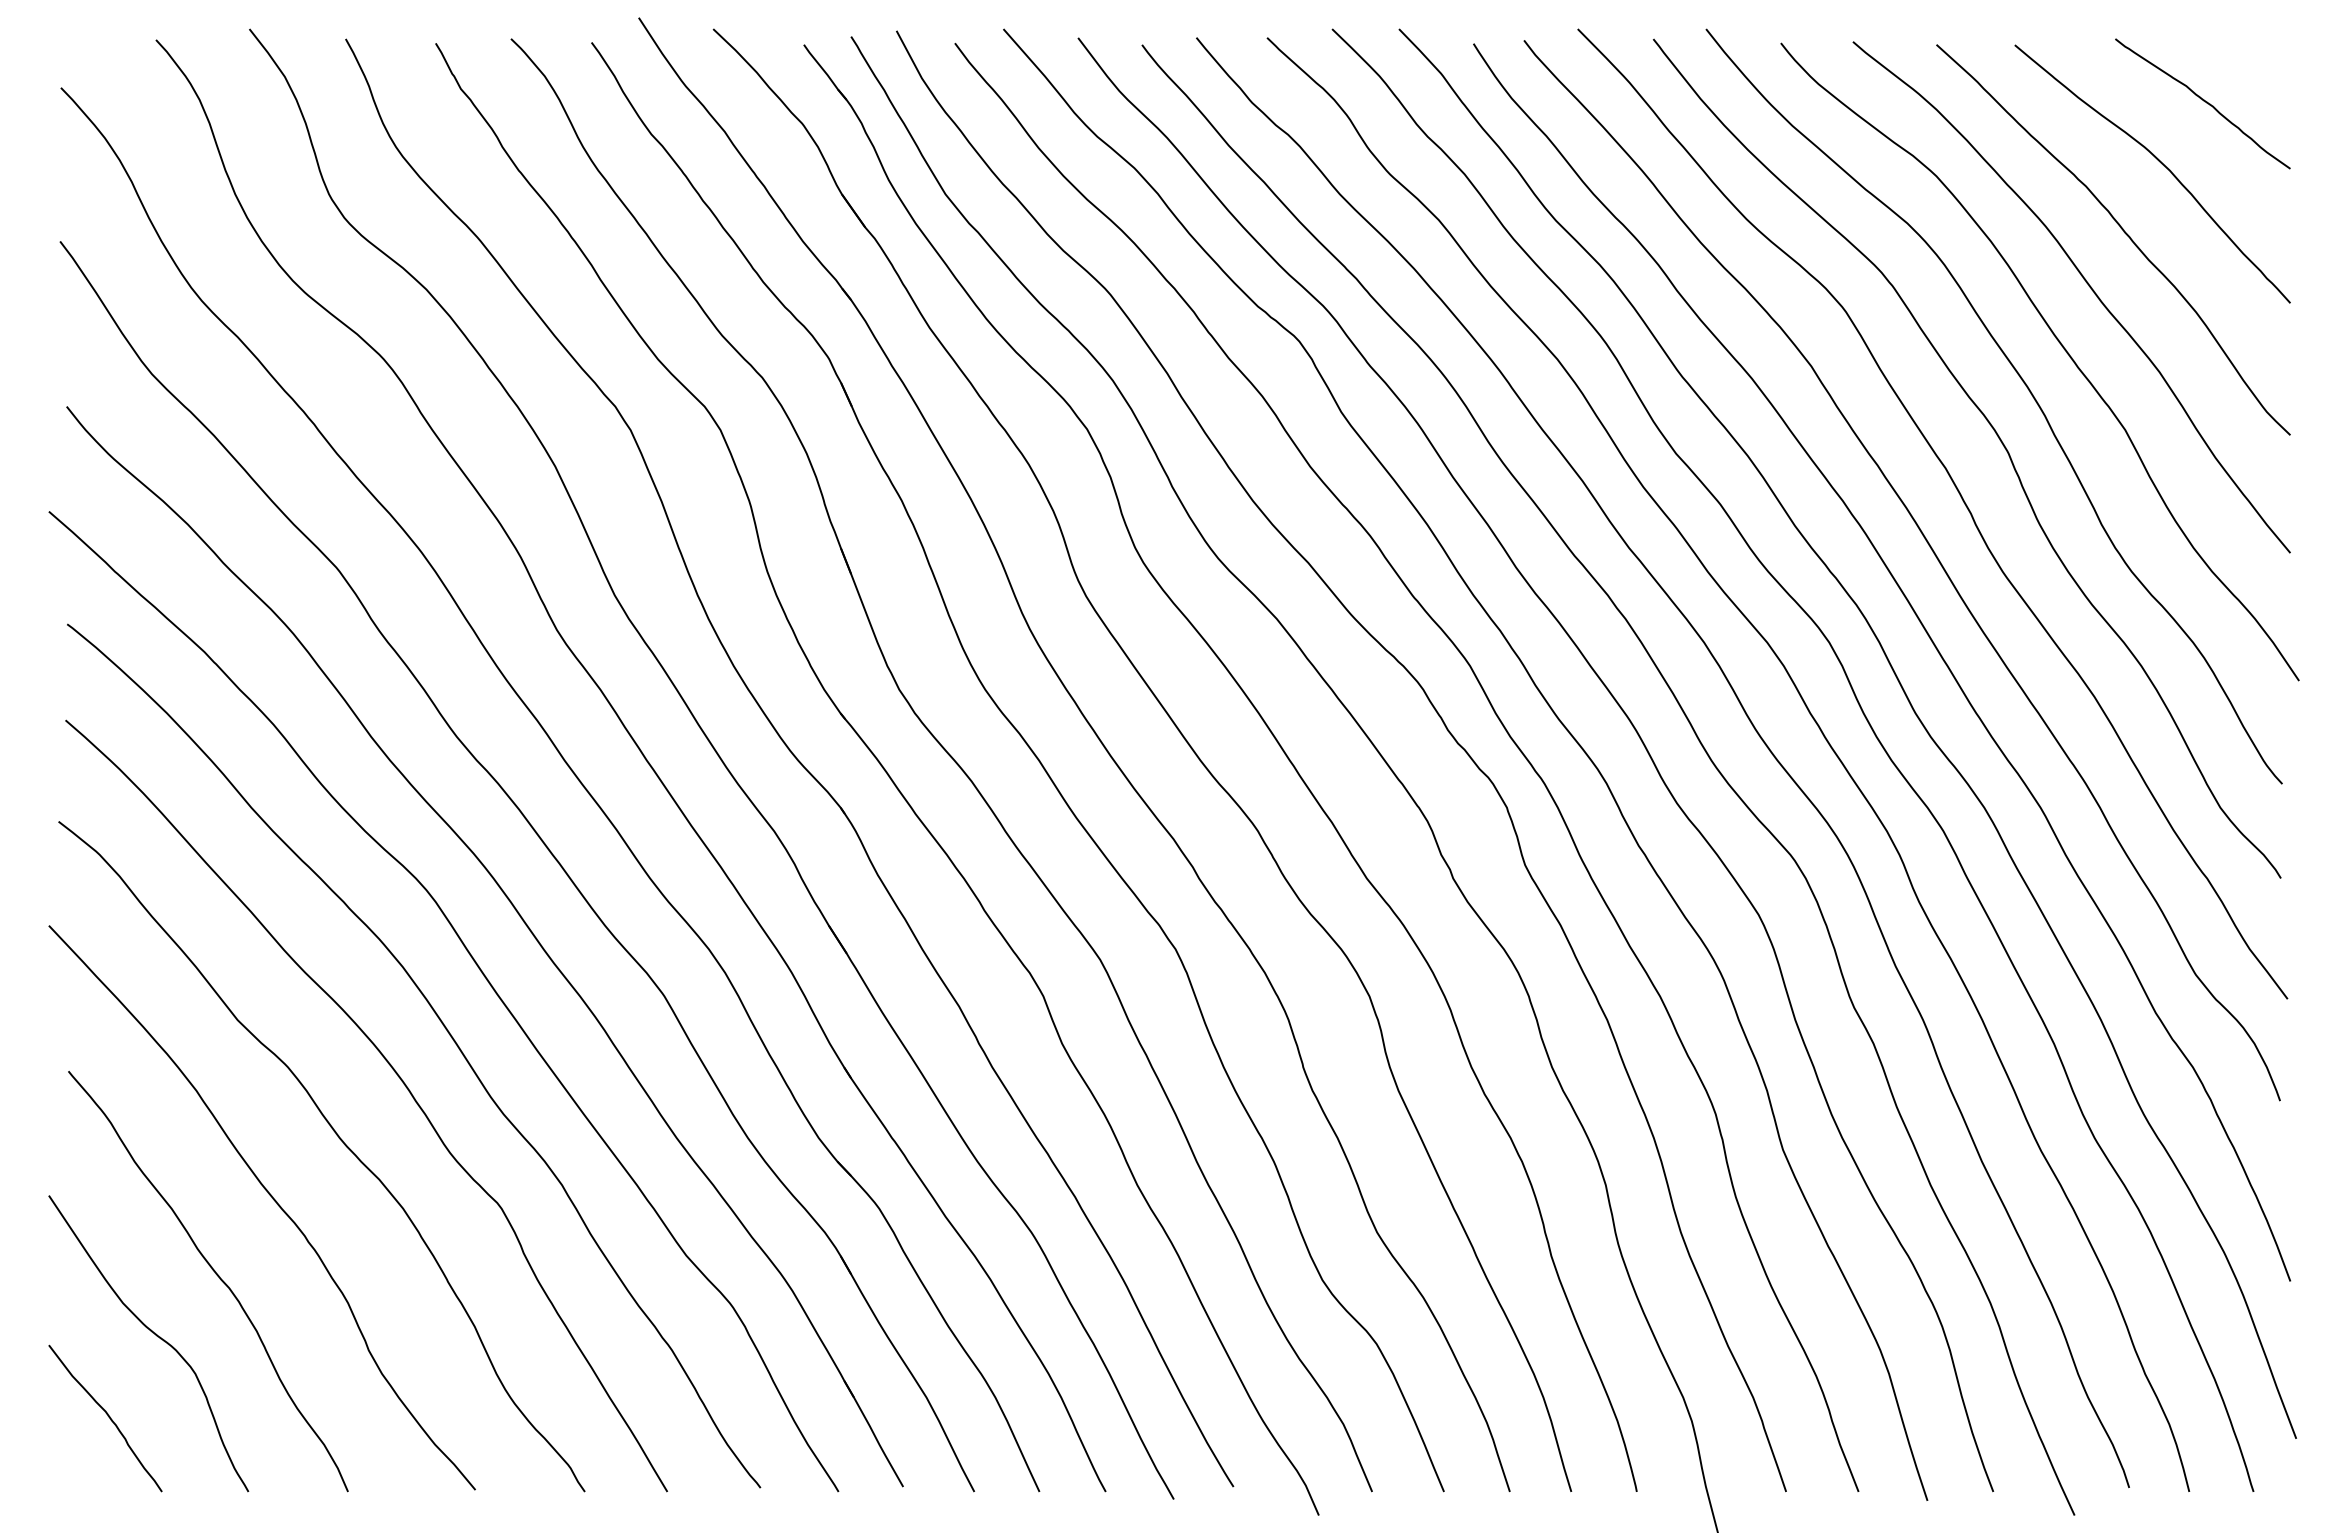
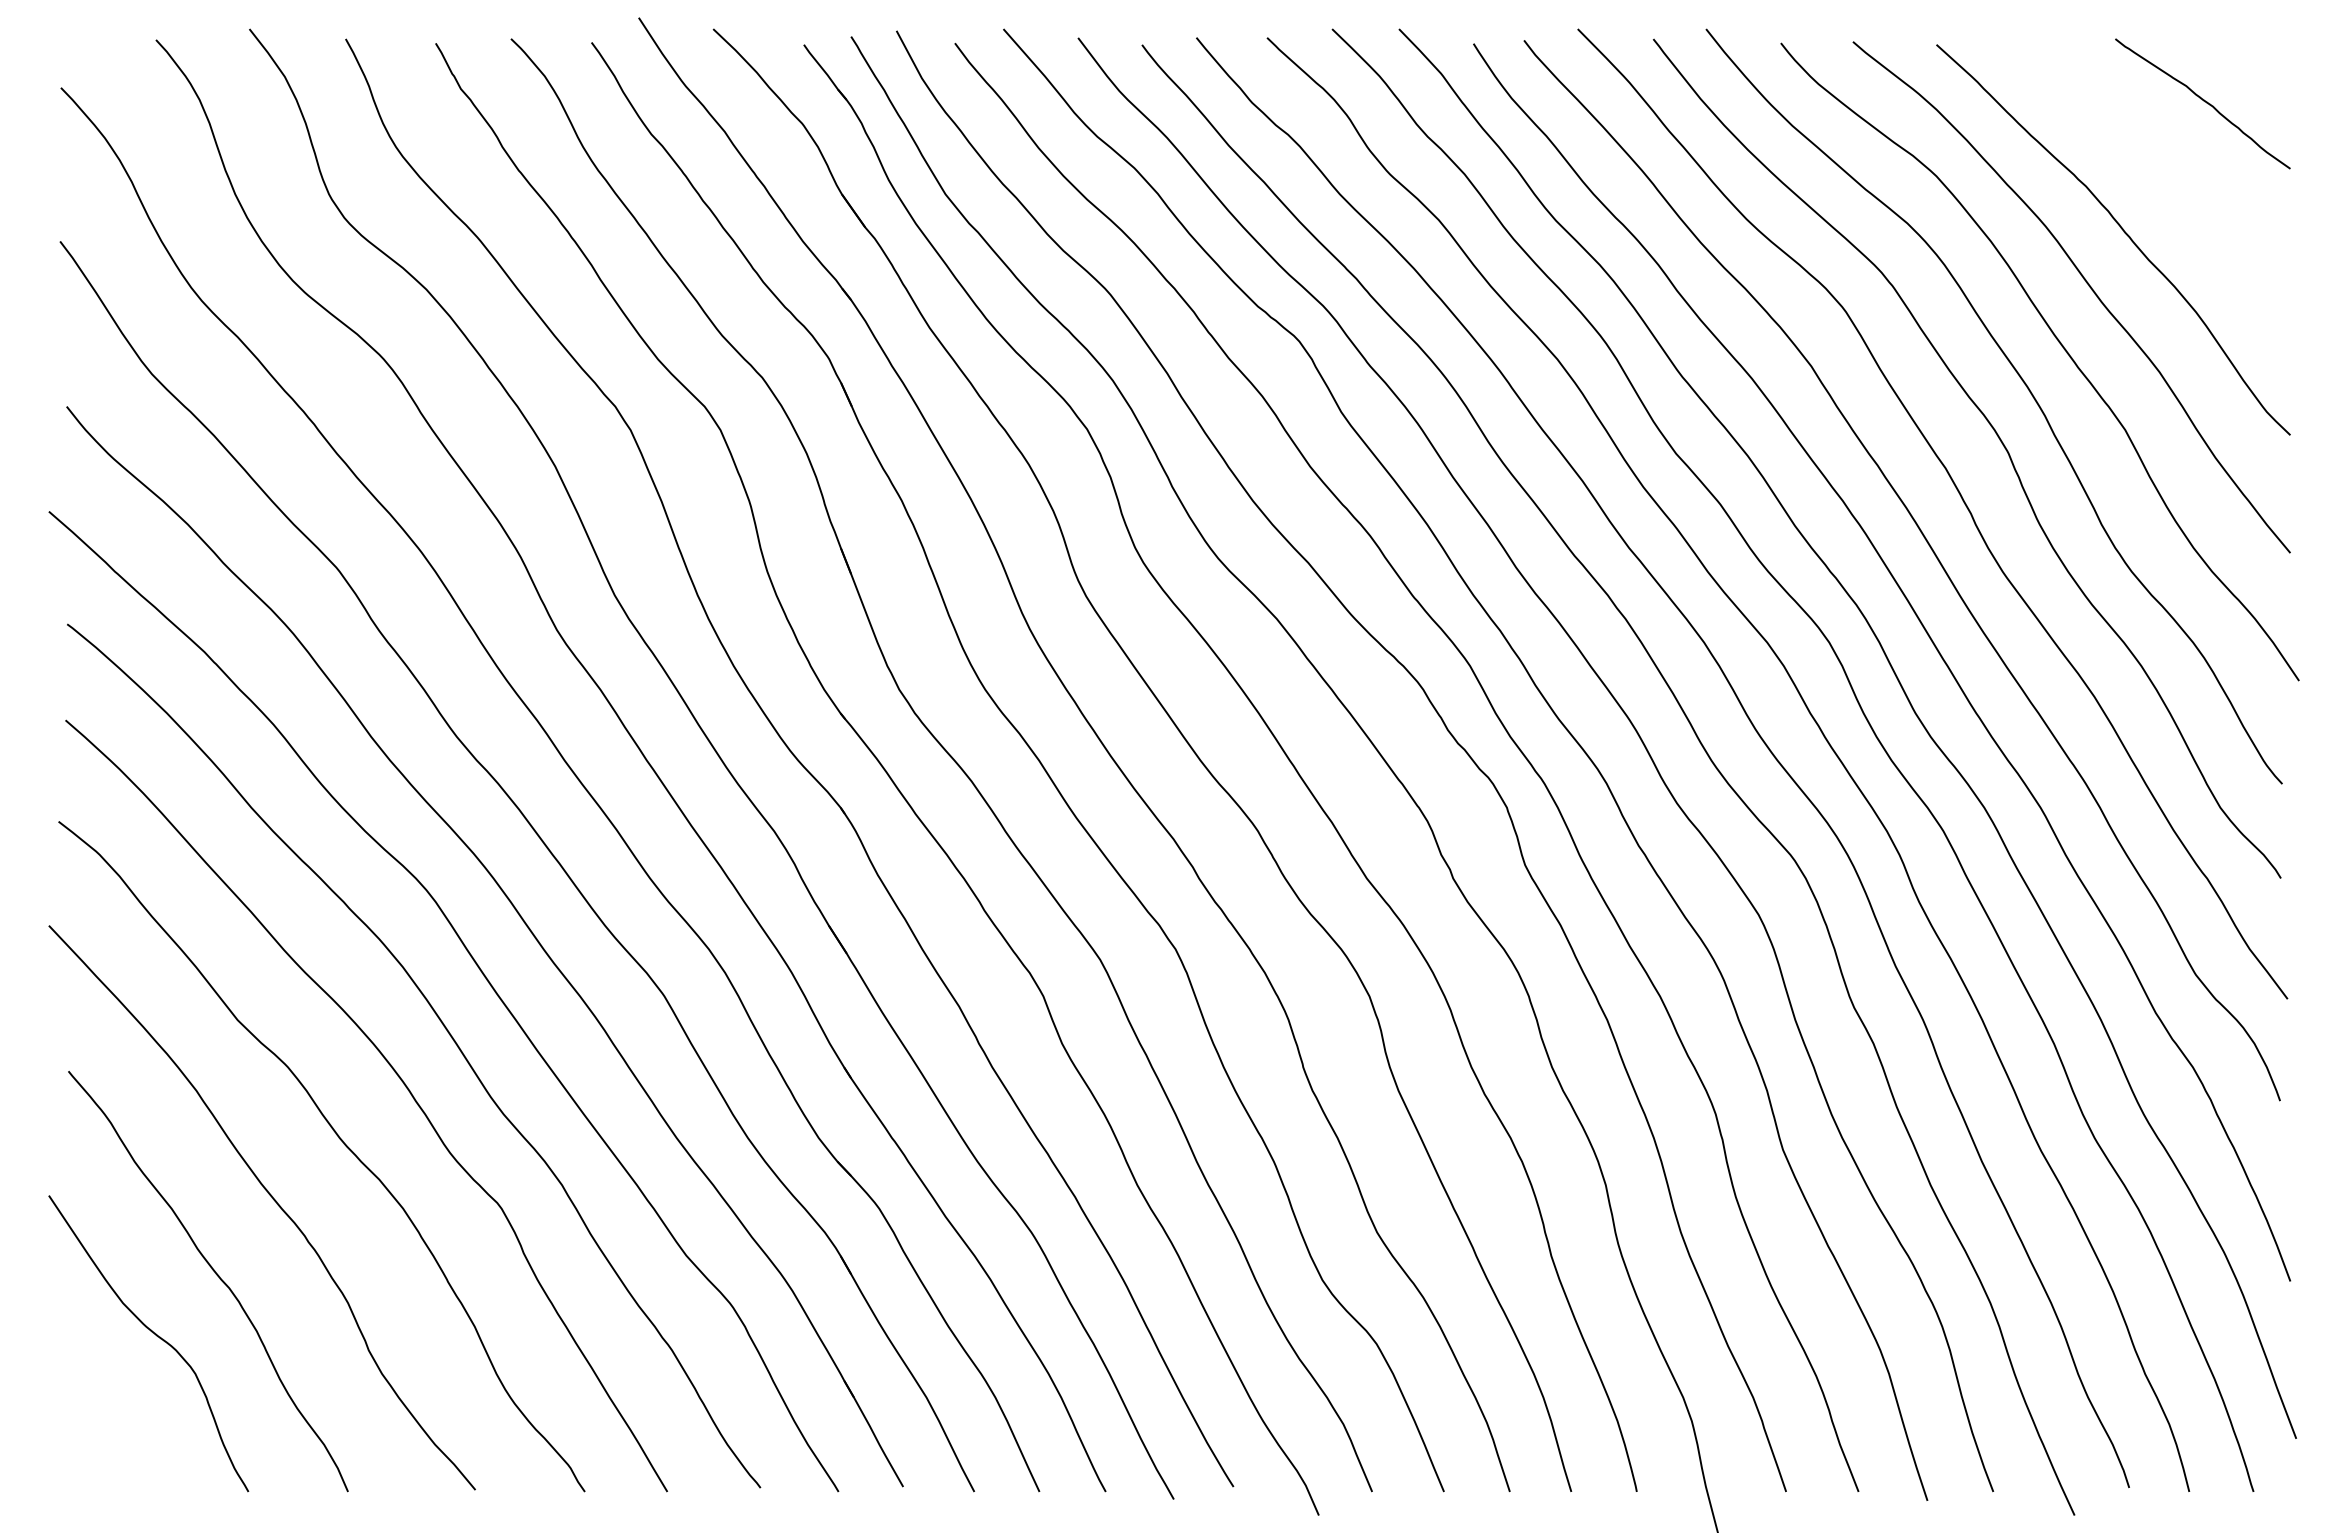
curve at (2161, 164): present -> none
curve at (108, 1417): present -> none
